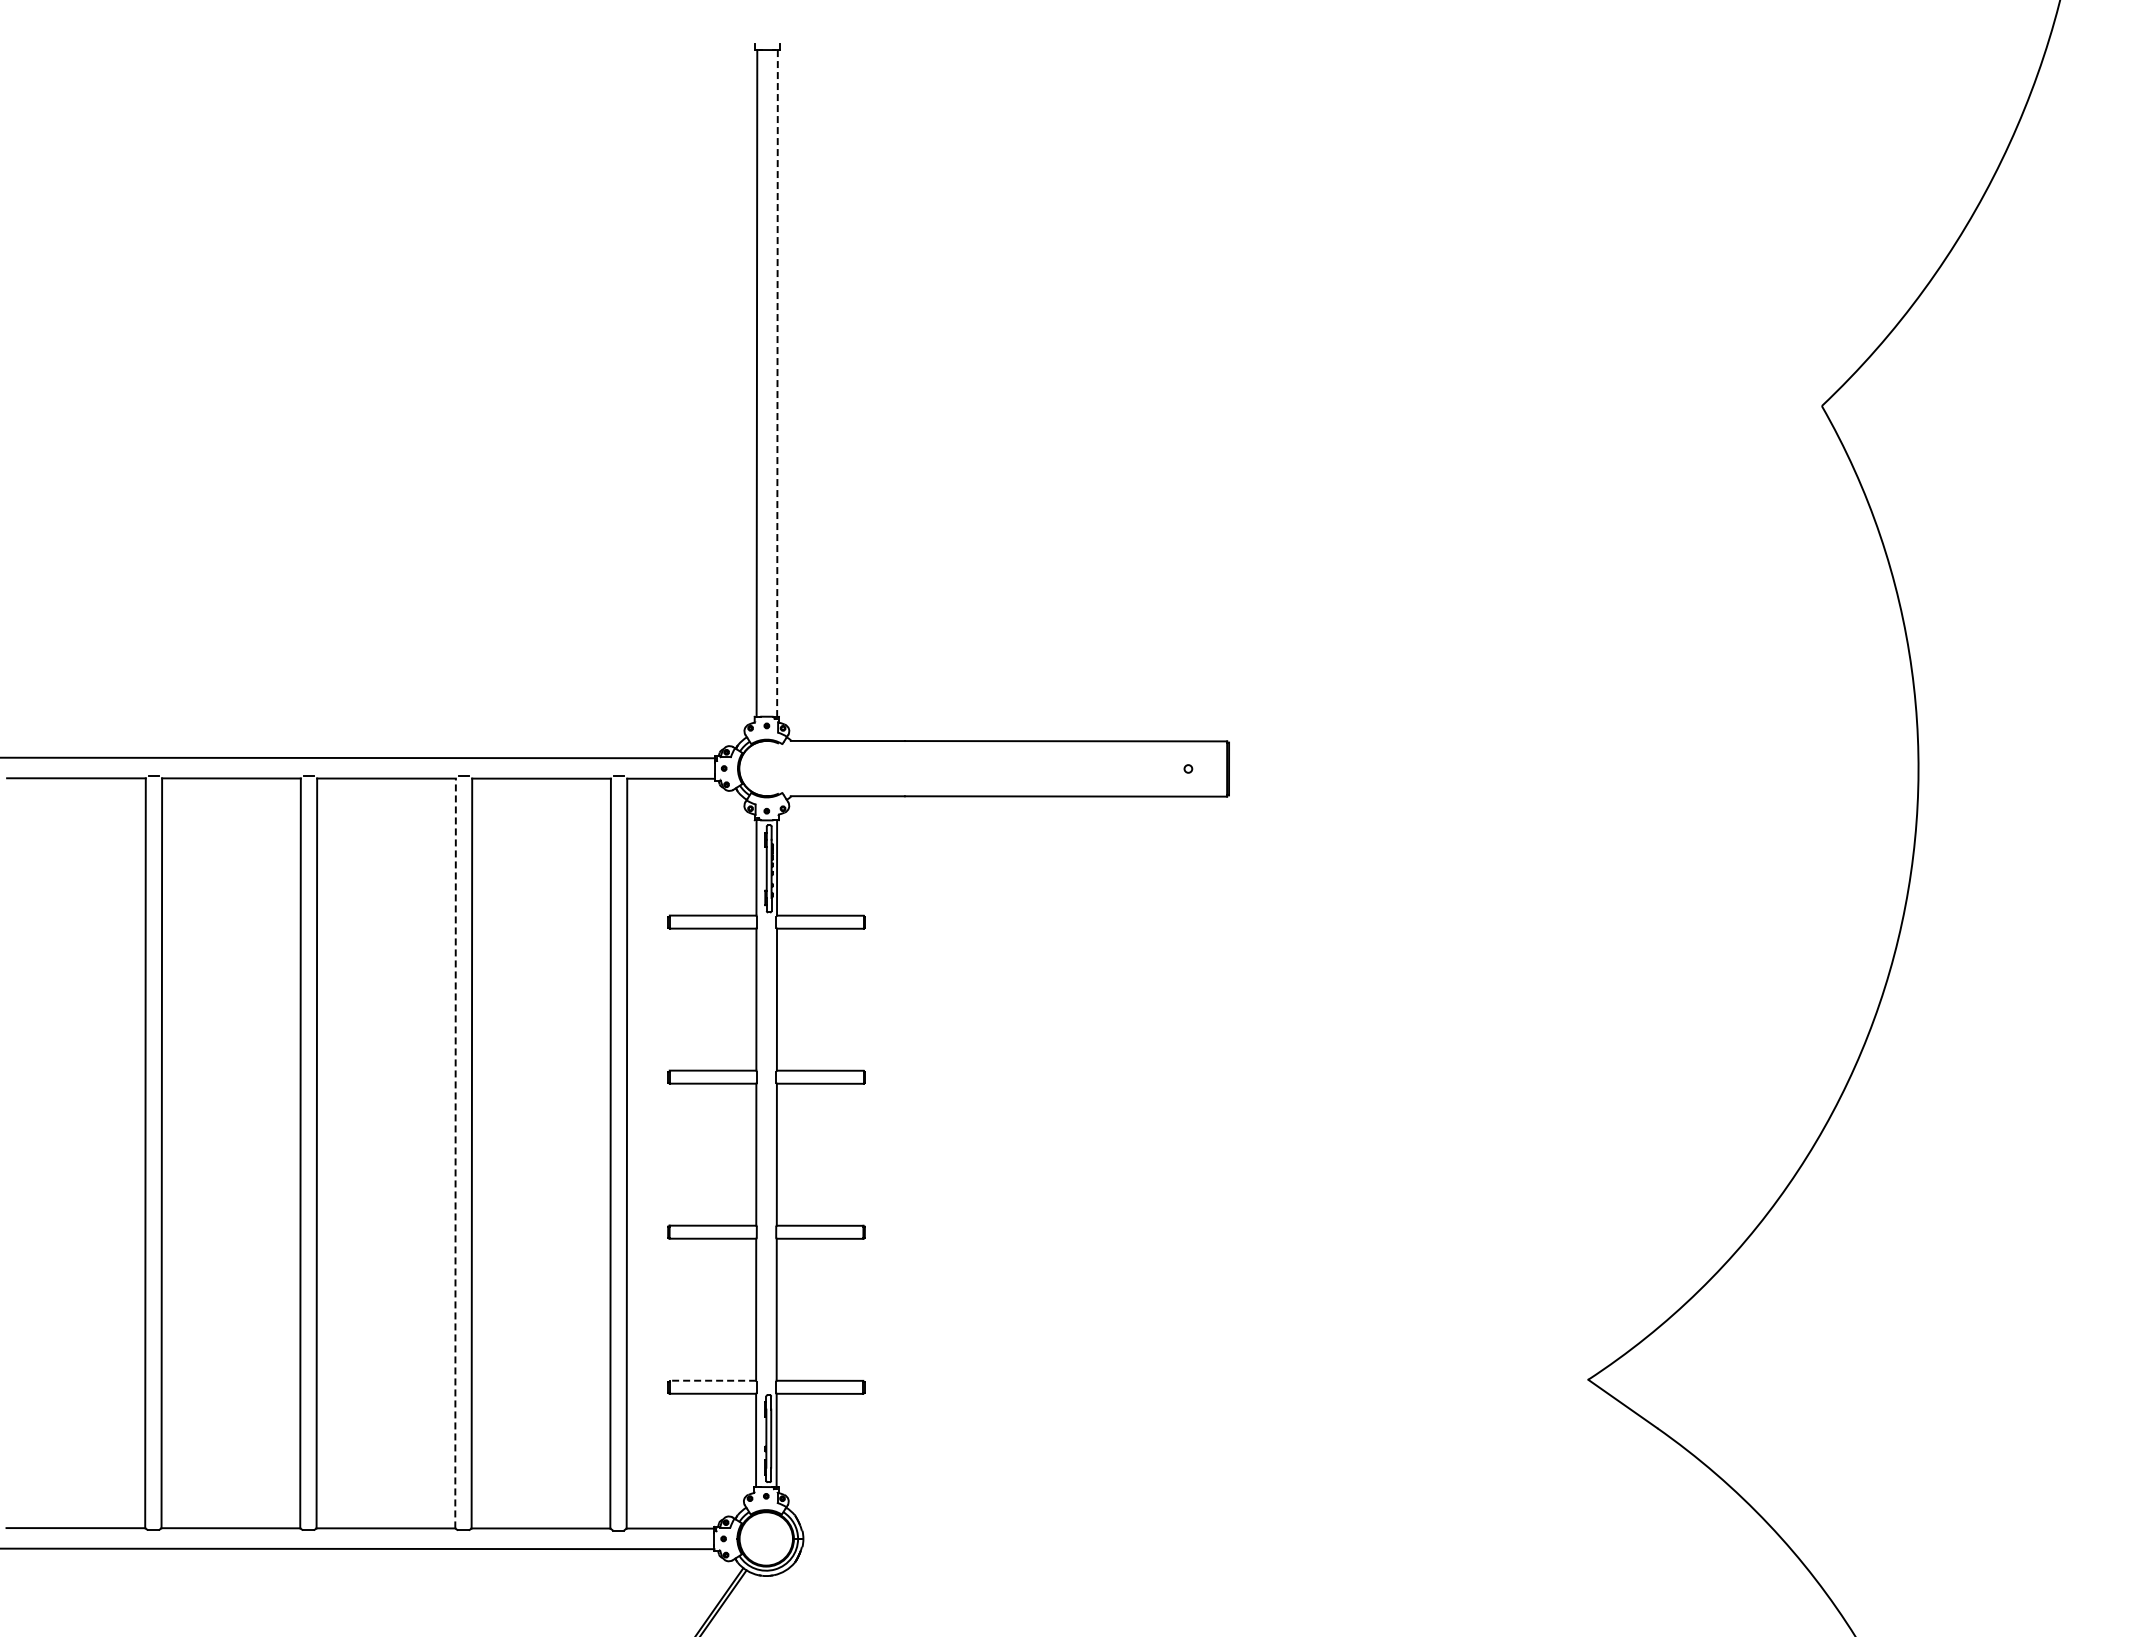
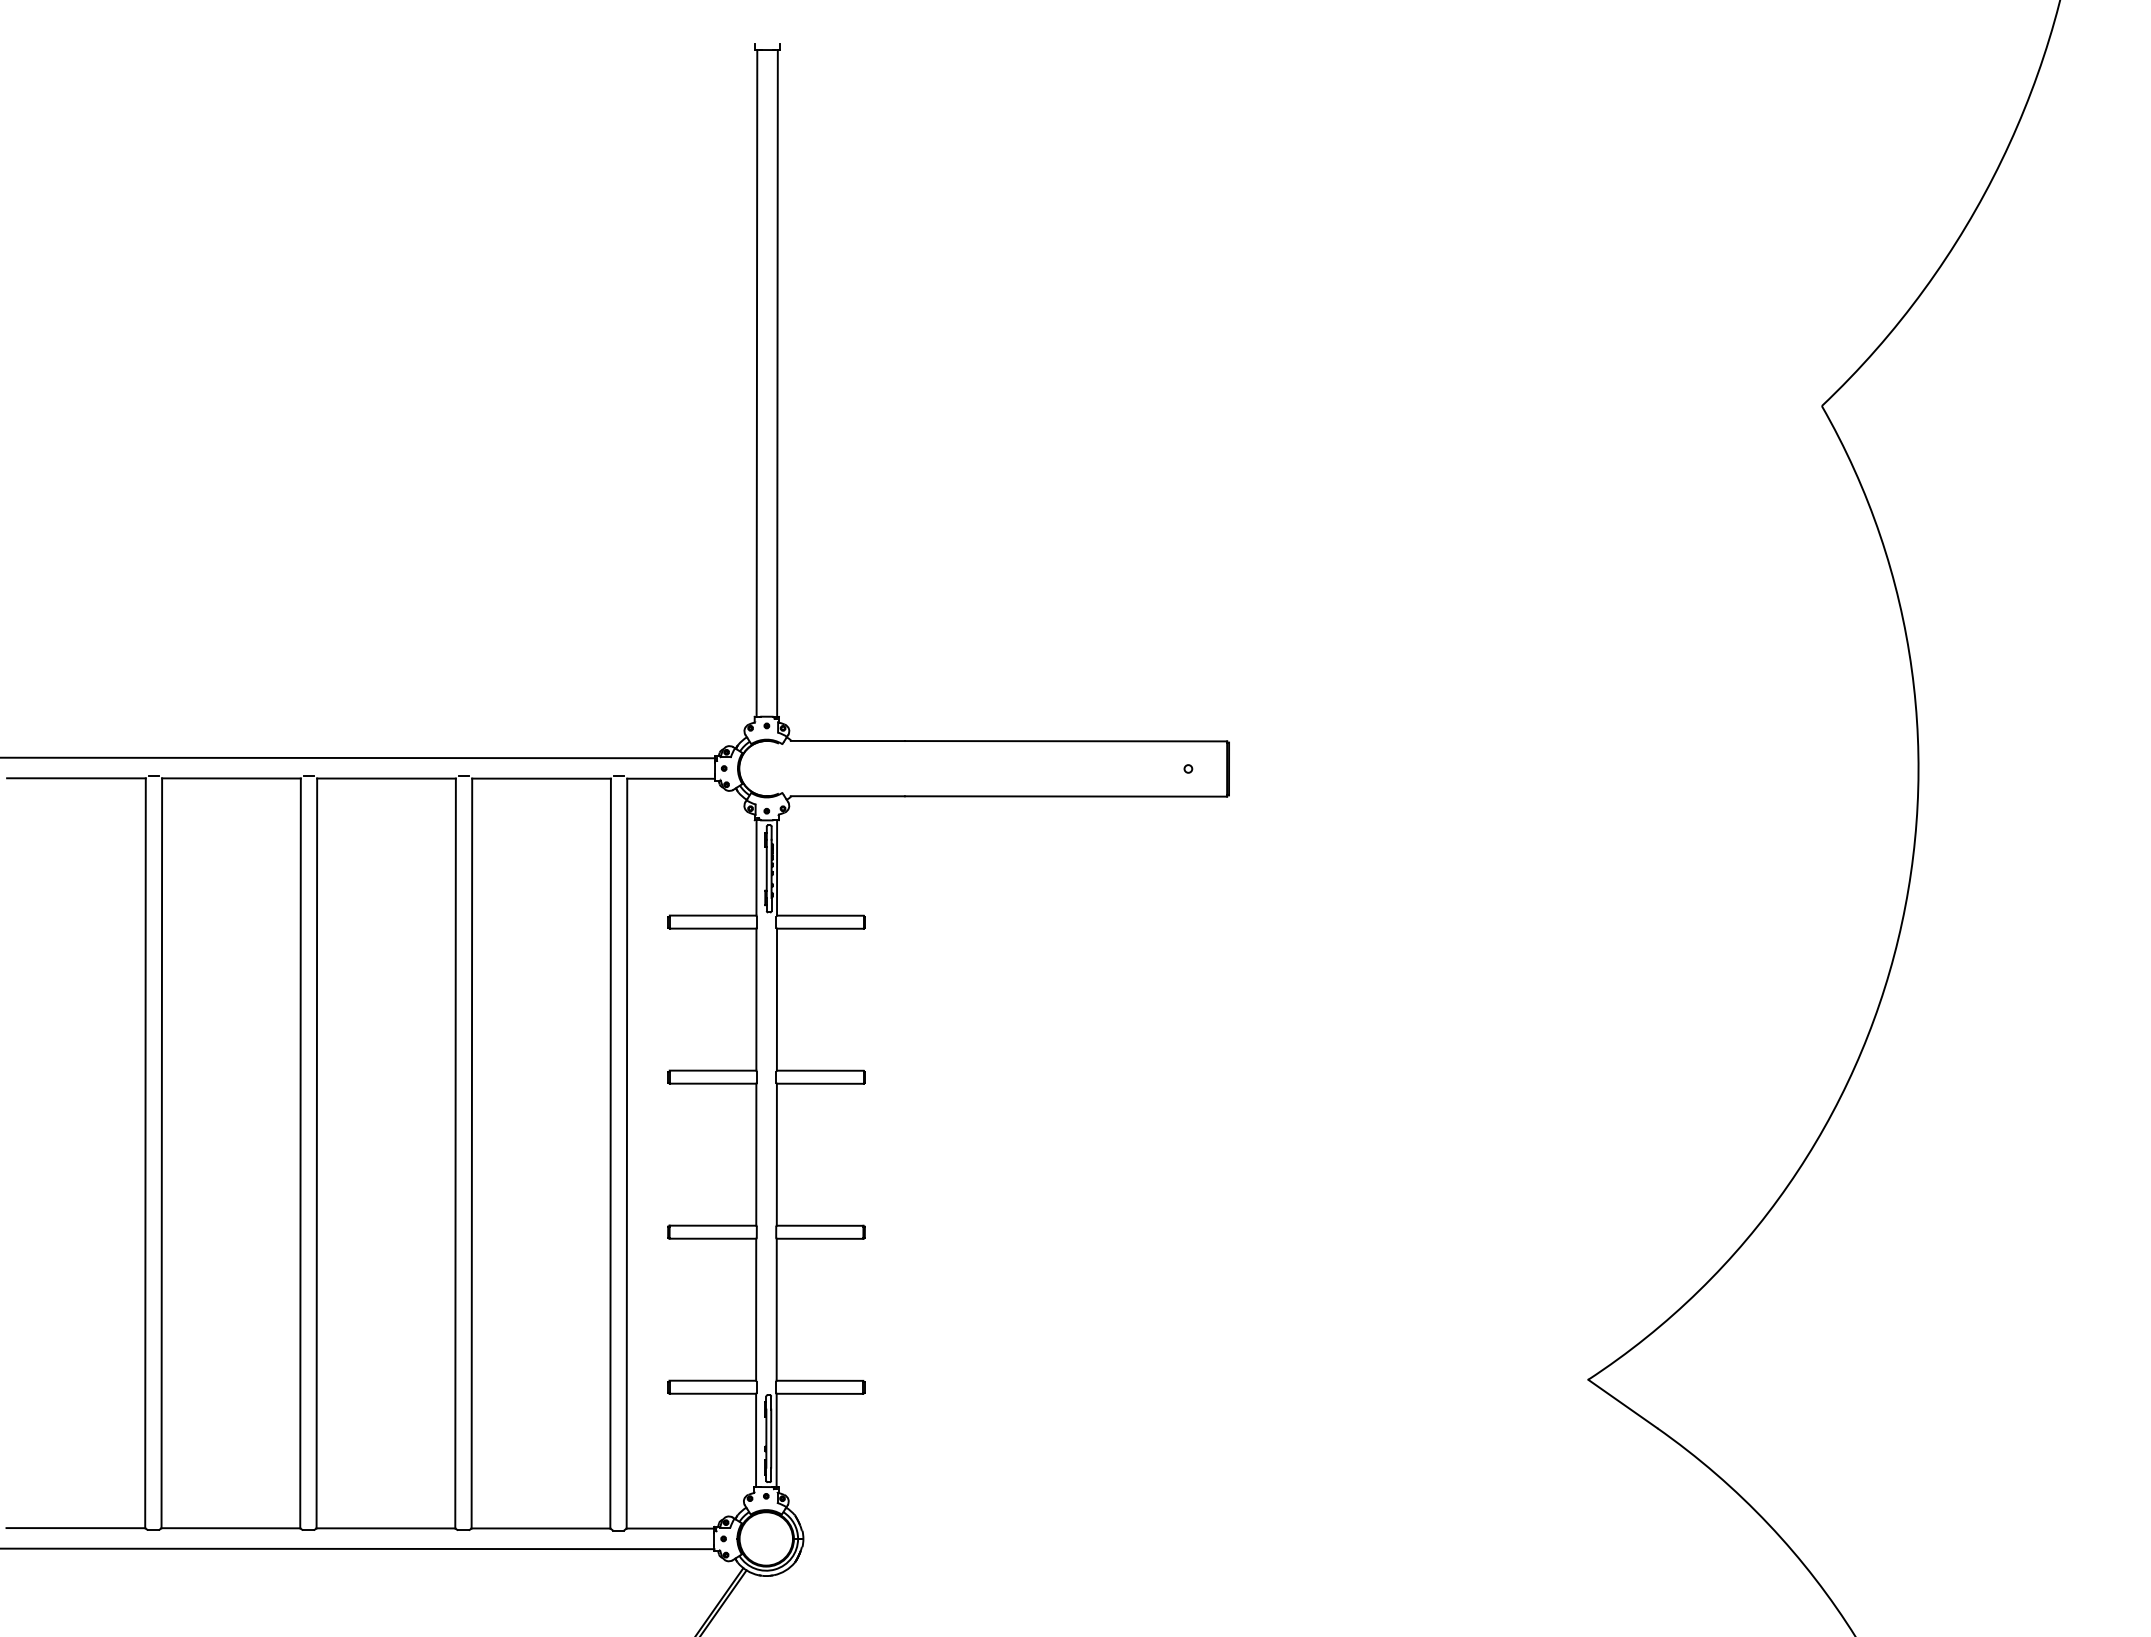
line at (777, 383): dashed -> solid
line at (455, 1153): dashed -> solid
line at (712, 1380): dashed -> solid
